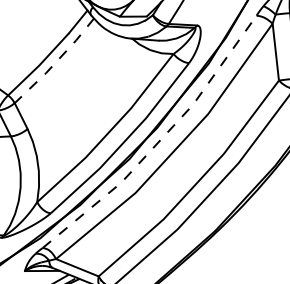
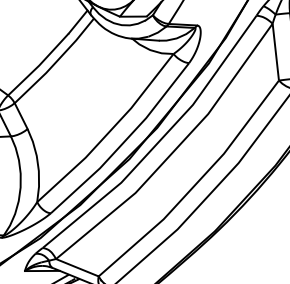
line at (56, 62): dashed -> solid
line at (159, 140): dashed -> solid
